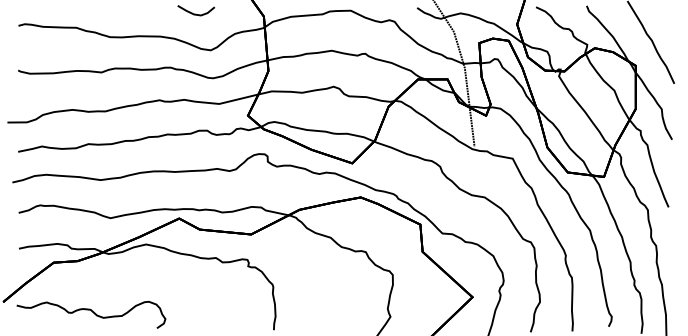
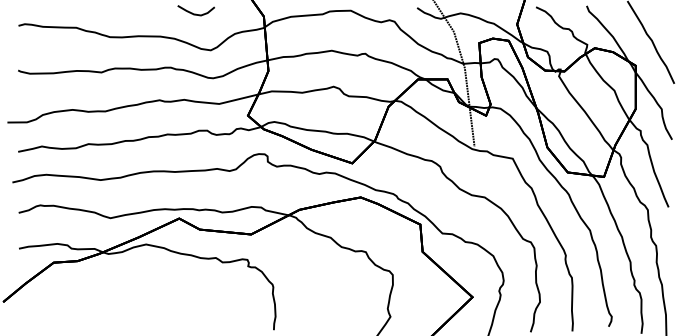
curve at (92, 312): present -> none
